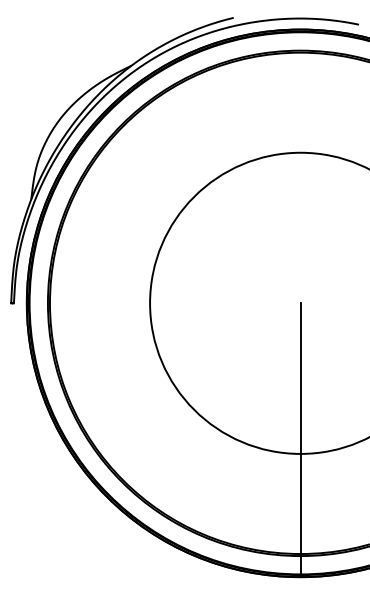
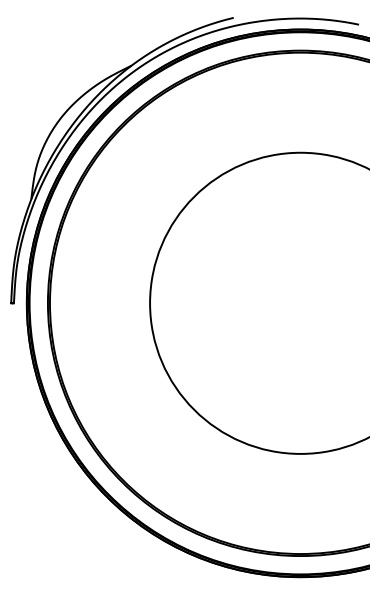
line at (300, 440): present -> none
